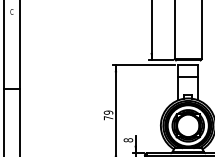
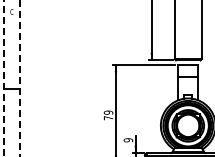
line at (4, 78): solid -> dashed
line at (19, 78): solid -> dashed
text at (128, 140): 8 -> 9
